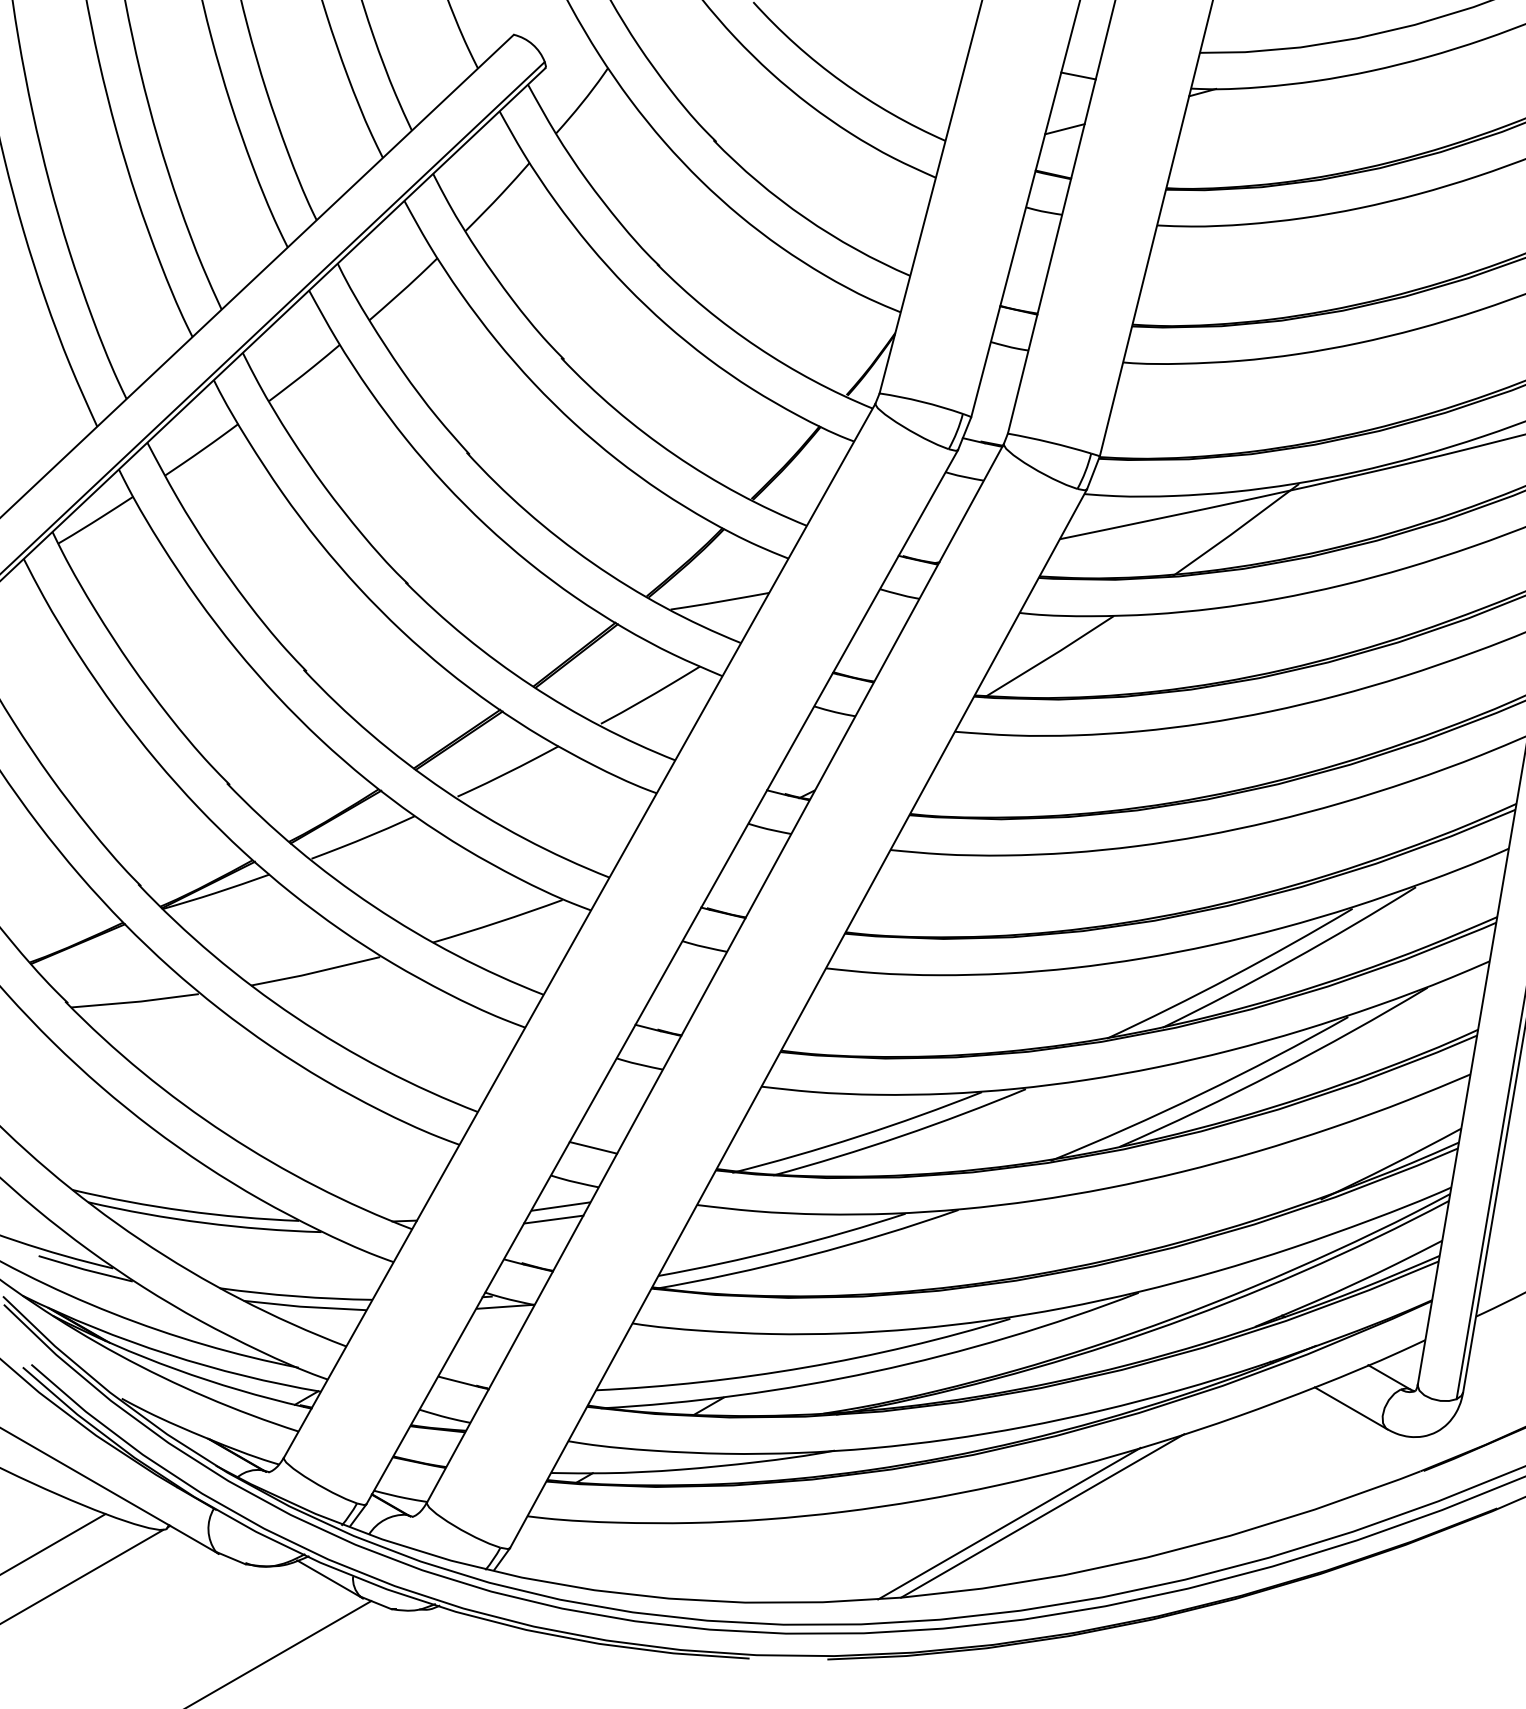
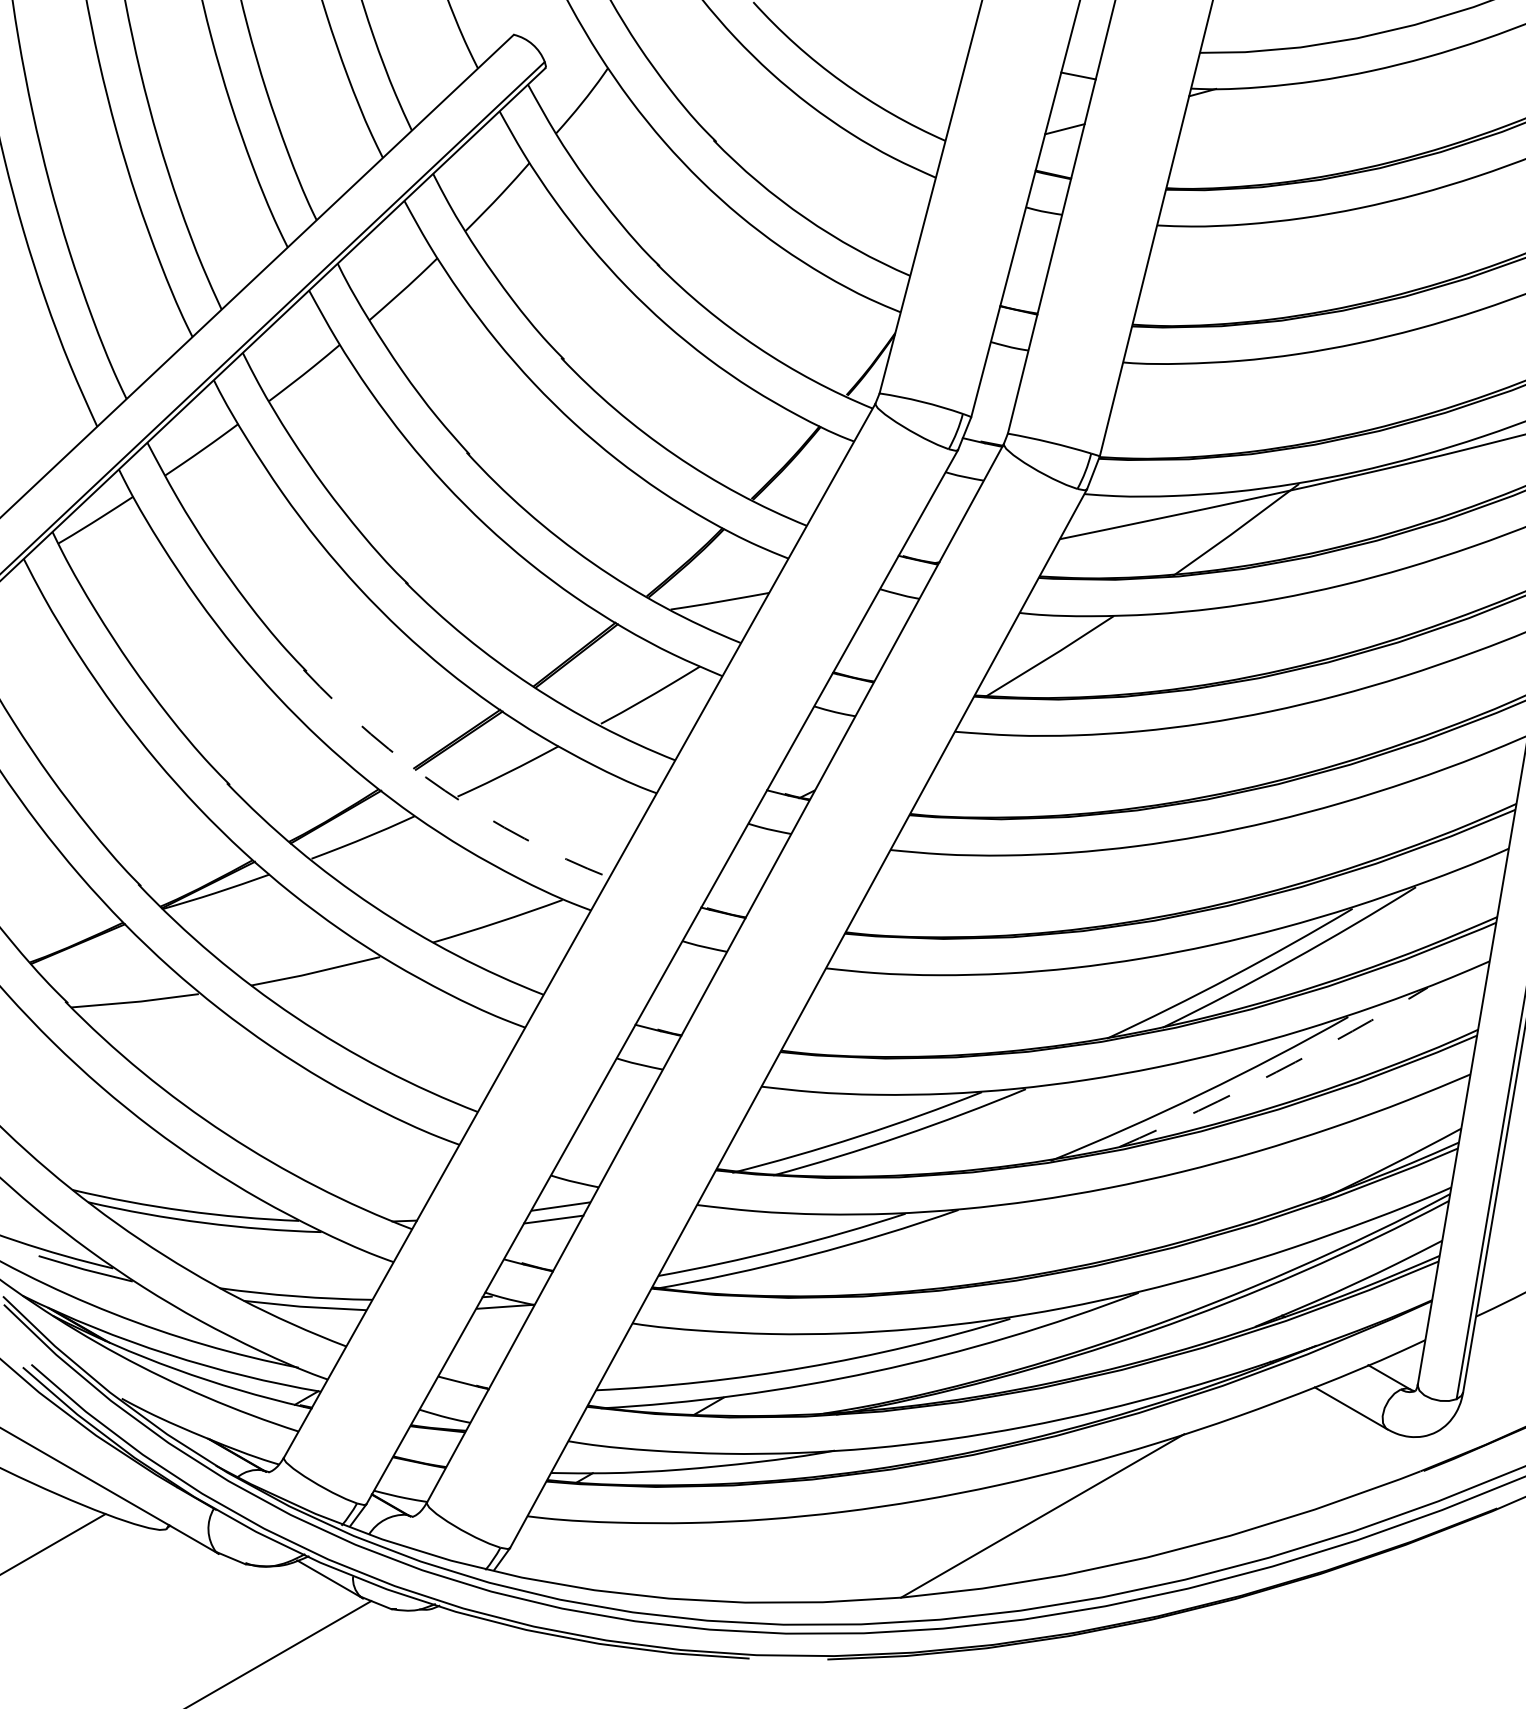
arc at (444, 790): solid -> dashed
arc at (1276, 1072): solid -> dashed
line at (593, 1147): present -> none
line at (1009, 1523): present -> none
line at (82, 1576): present -> none
